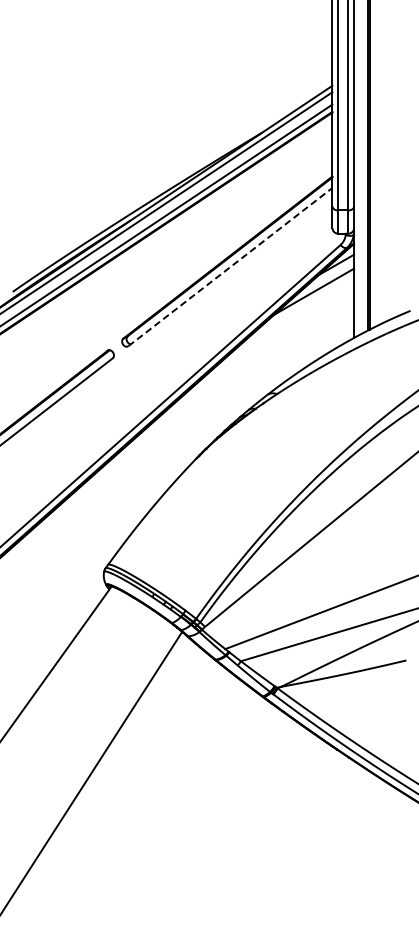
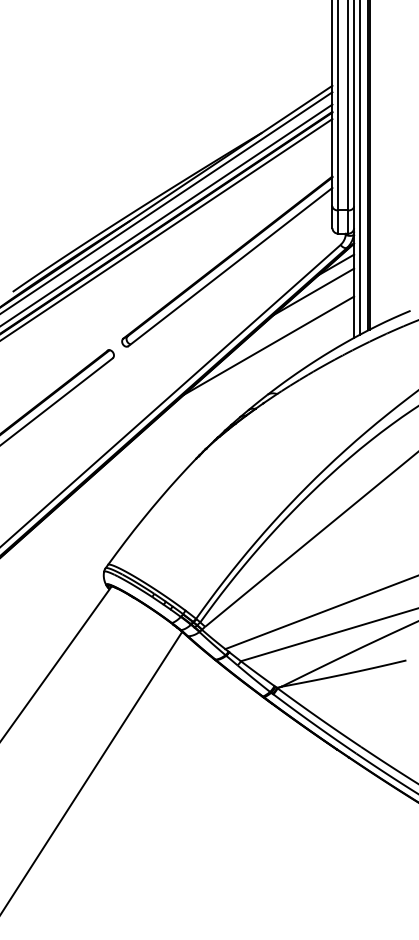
line at (359, 168): none -> present
line at (167, 229): none -> present
line at (230, 266): dashed -> solid
line at (268, 345): none -> present
